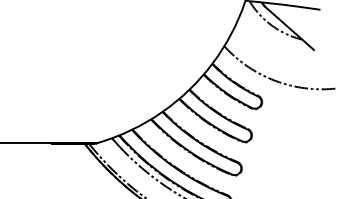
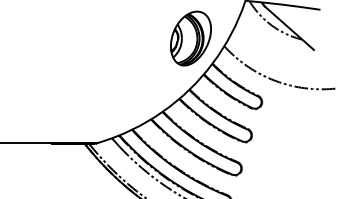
part at (190, 38): none -> present
